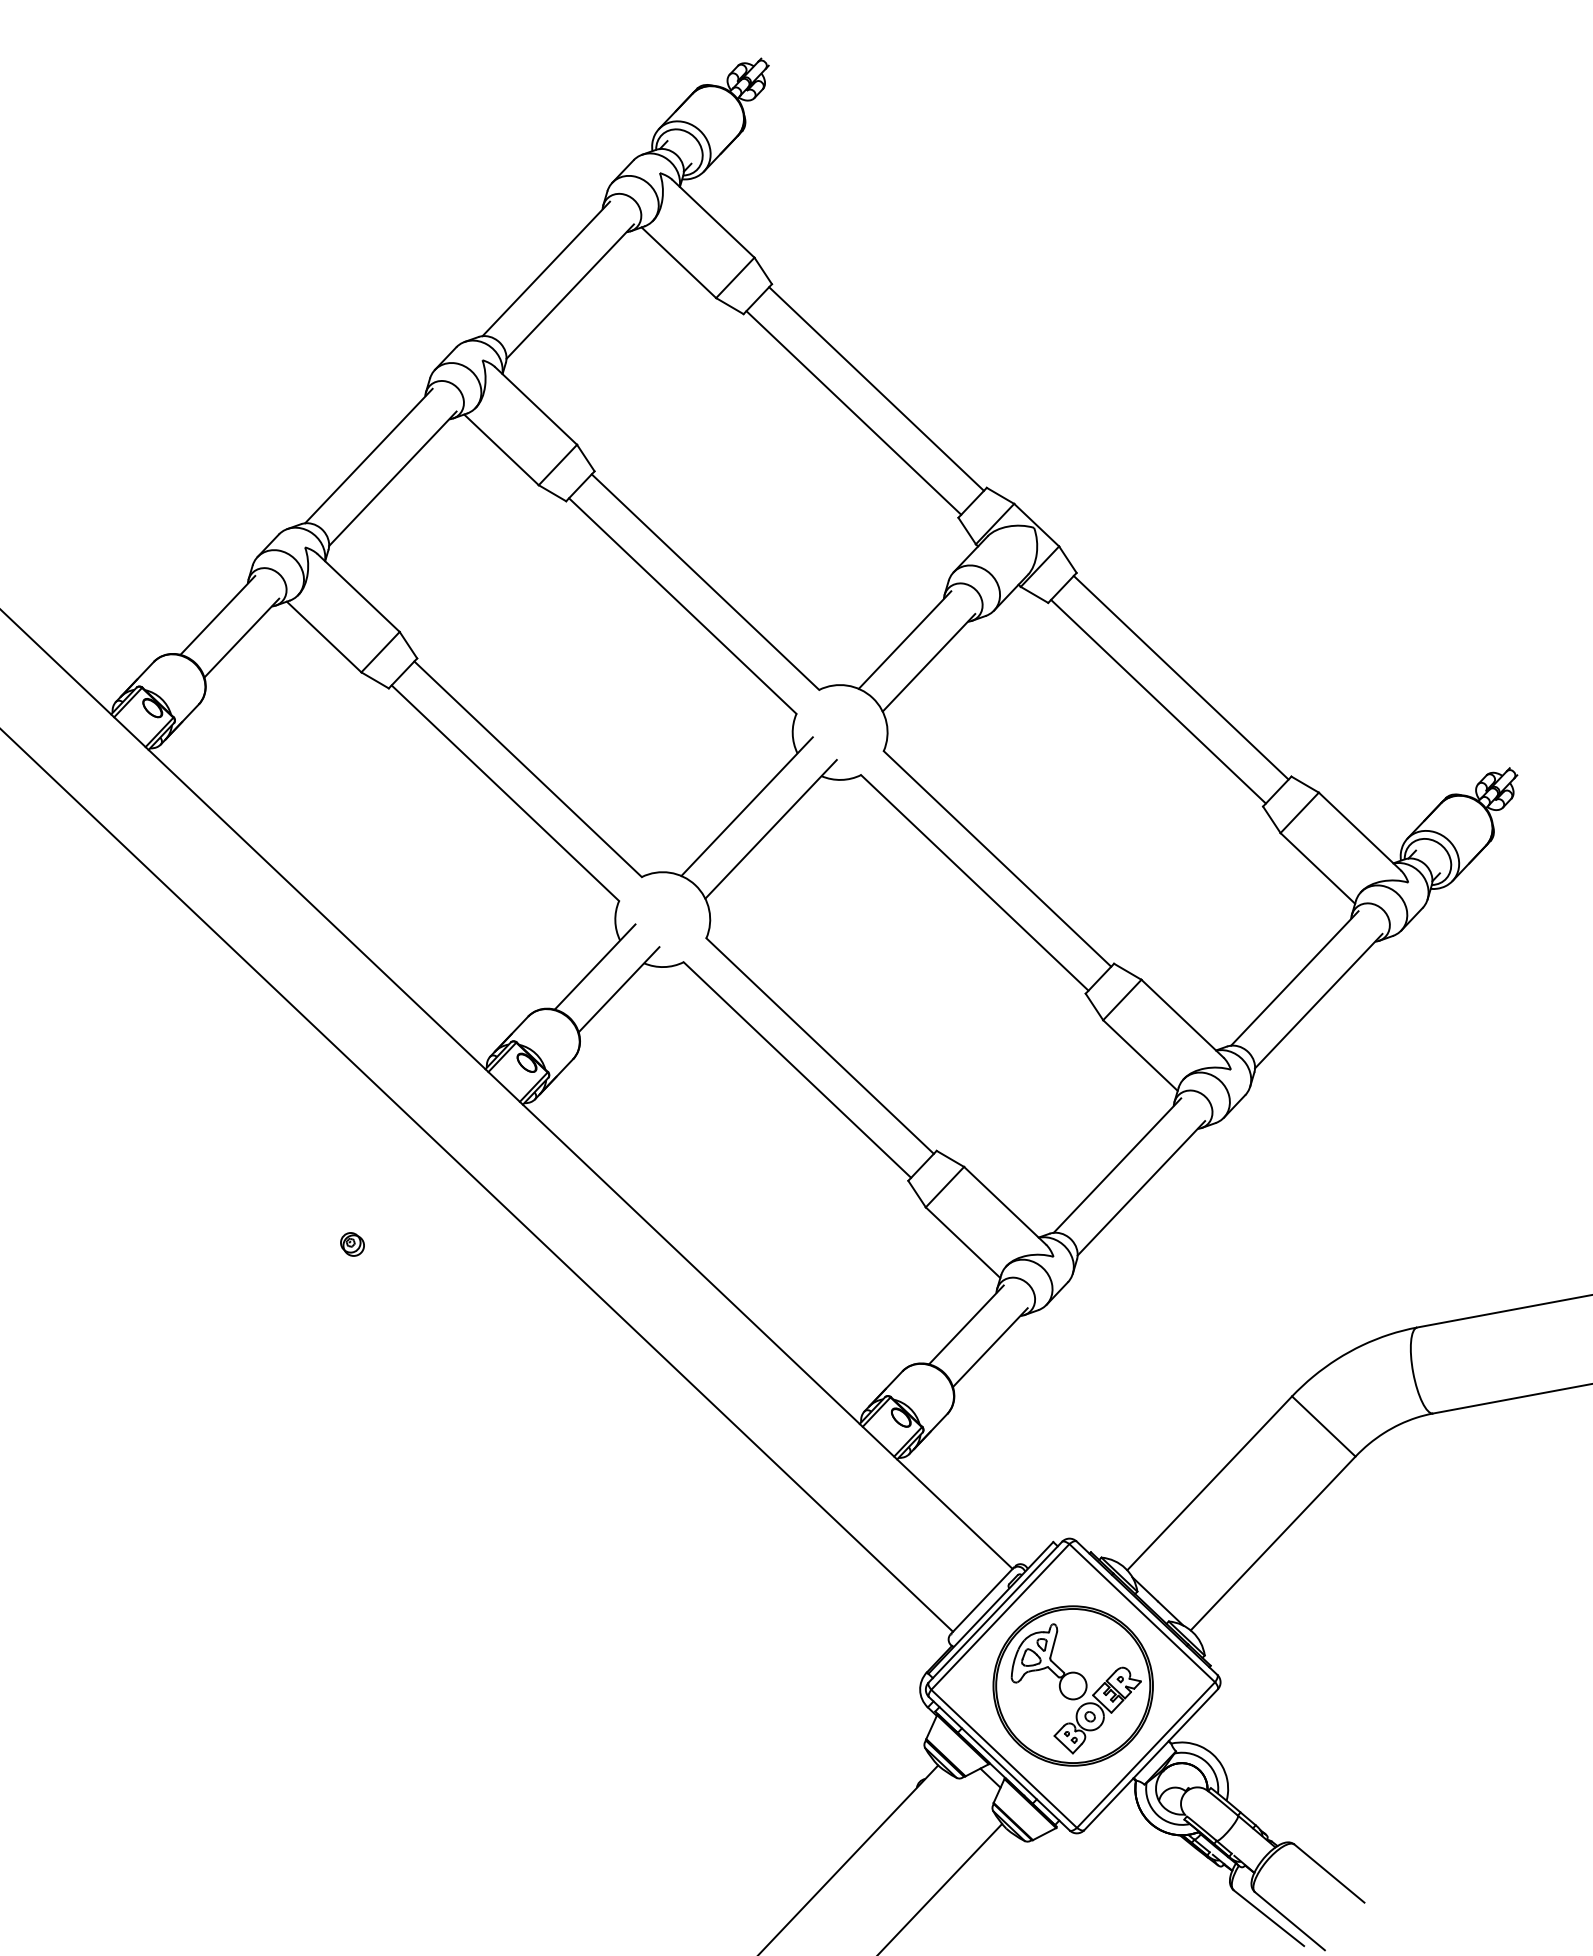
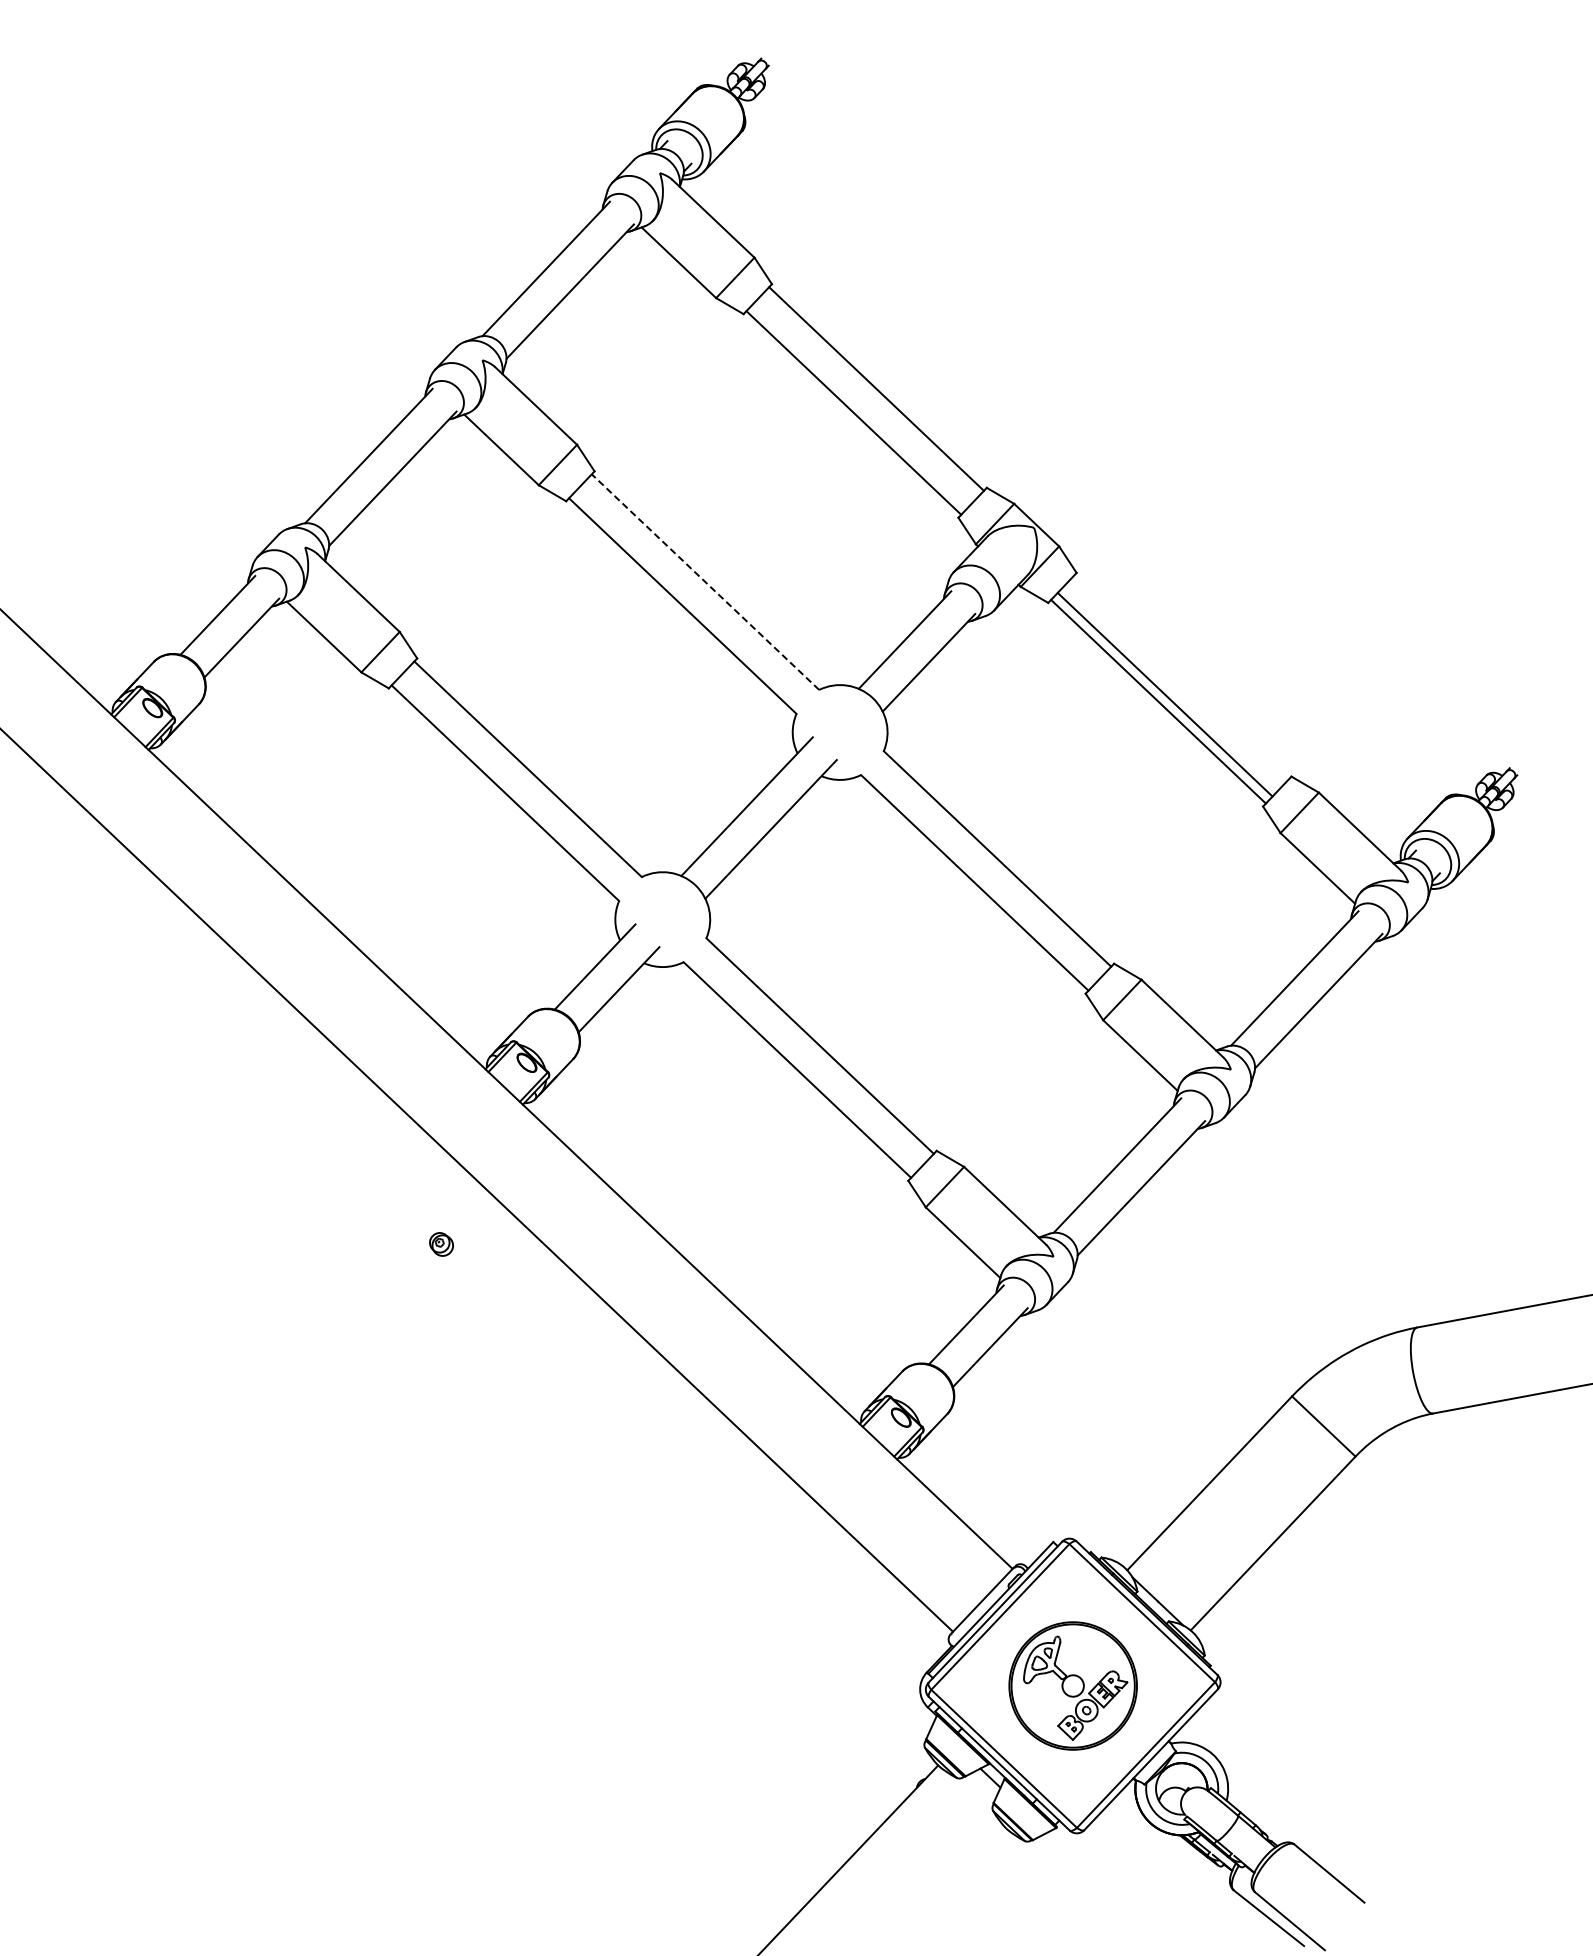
line at (705, 582): solid -> dashed
line at (1180, 677) position: (1180, 677) -> (1164, 694)
part at (352, 1244) position: (352, 1244) -> (441, 1244)
part at (1072, 1685) size: 162x162 px -> 130x130 px
line at (941, 1887): present -> none
